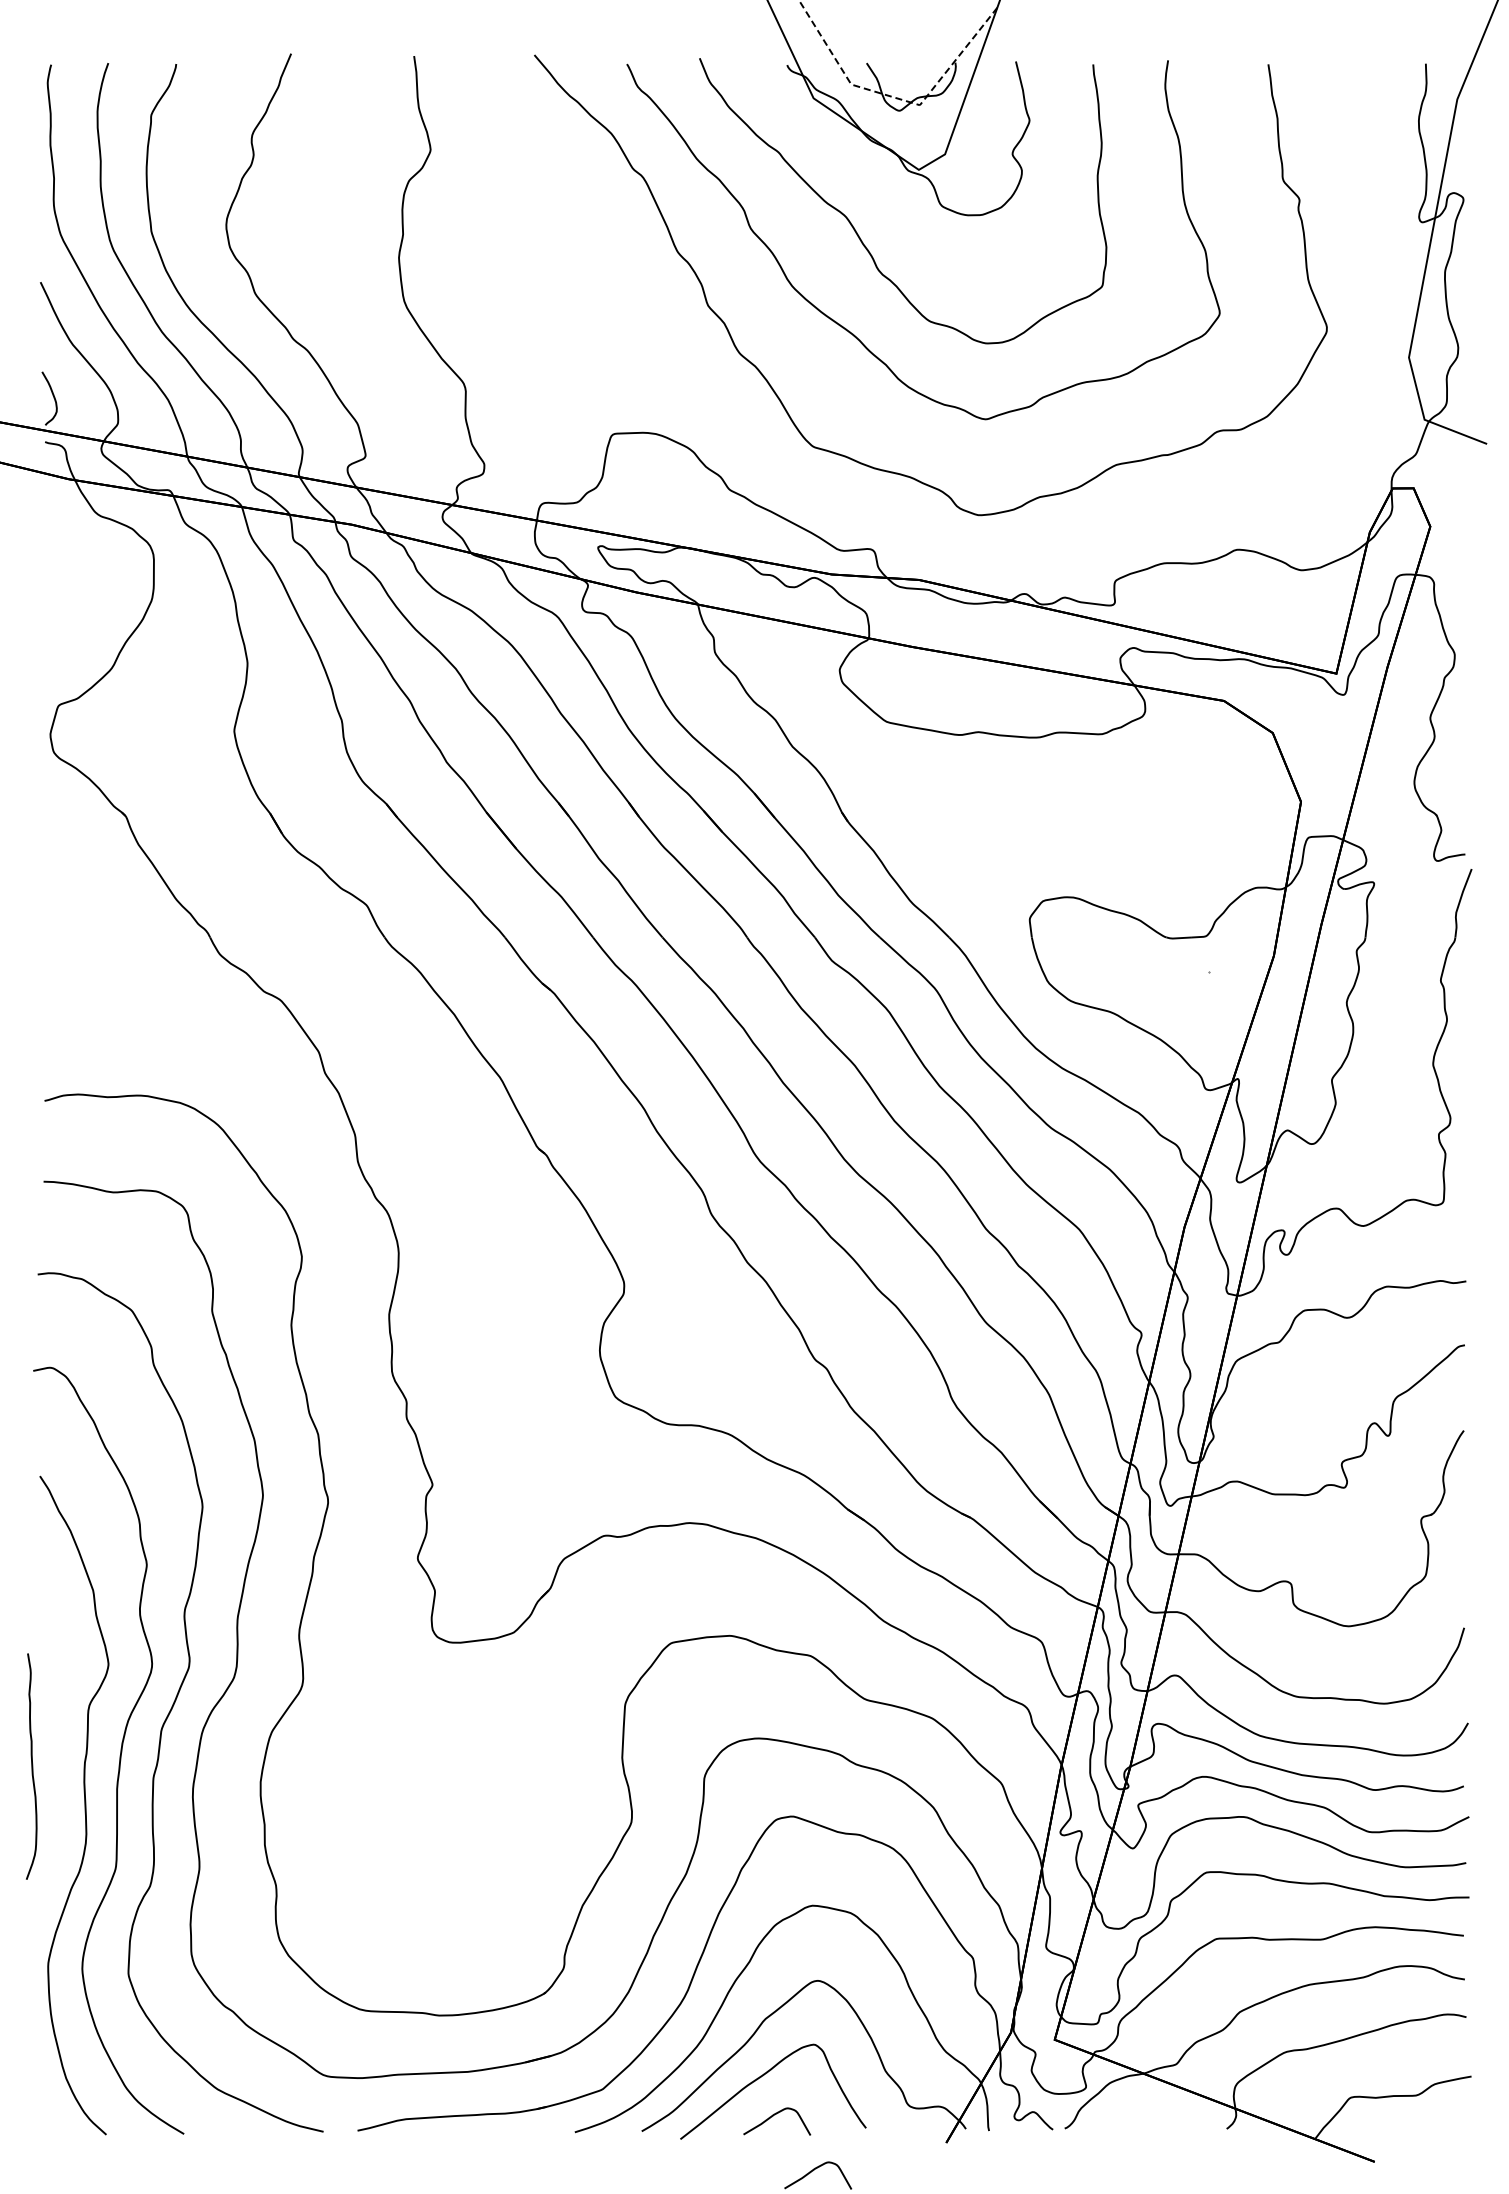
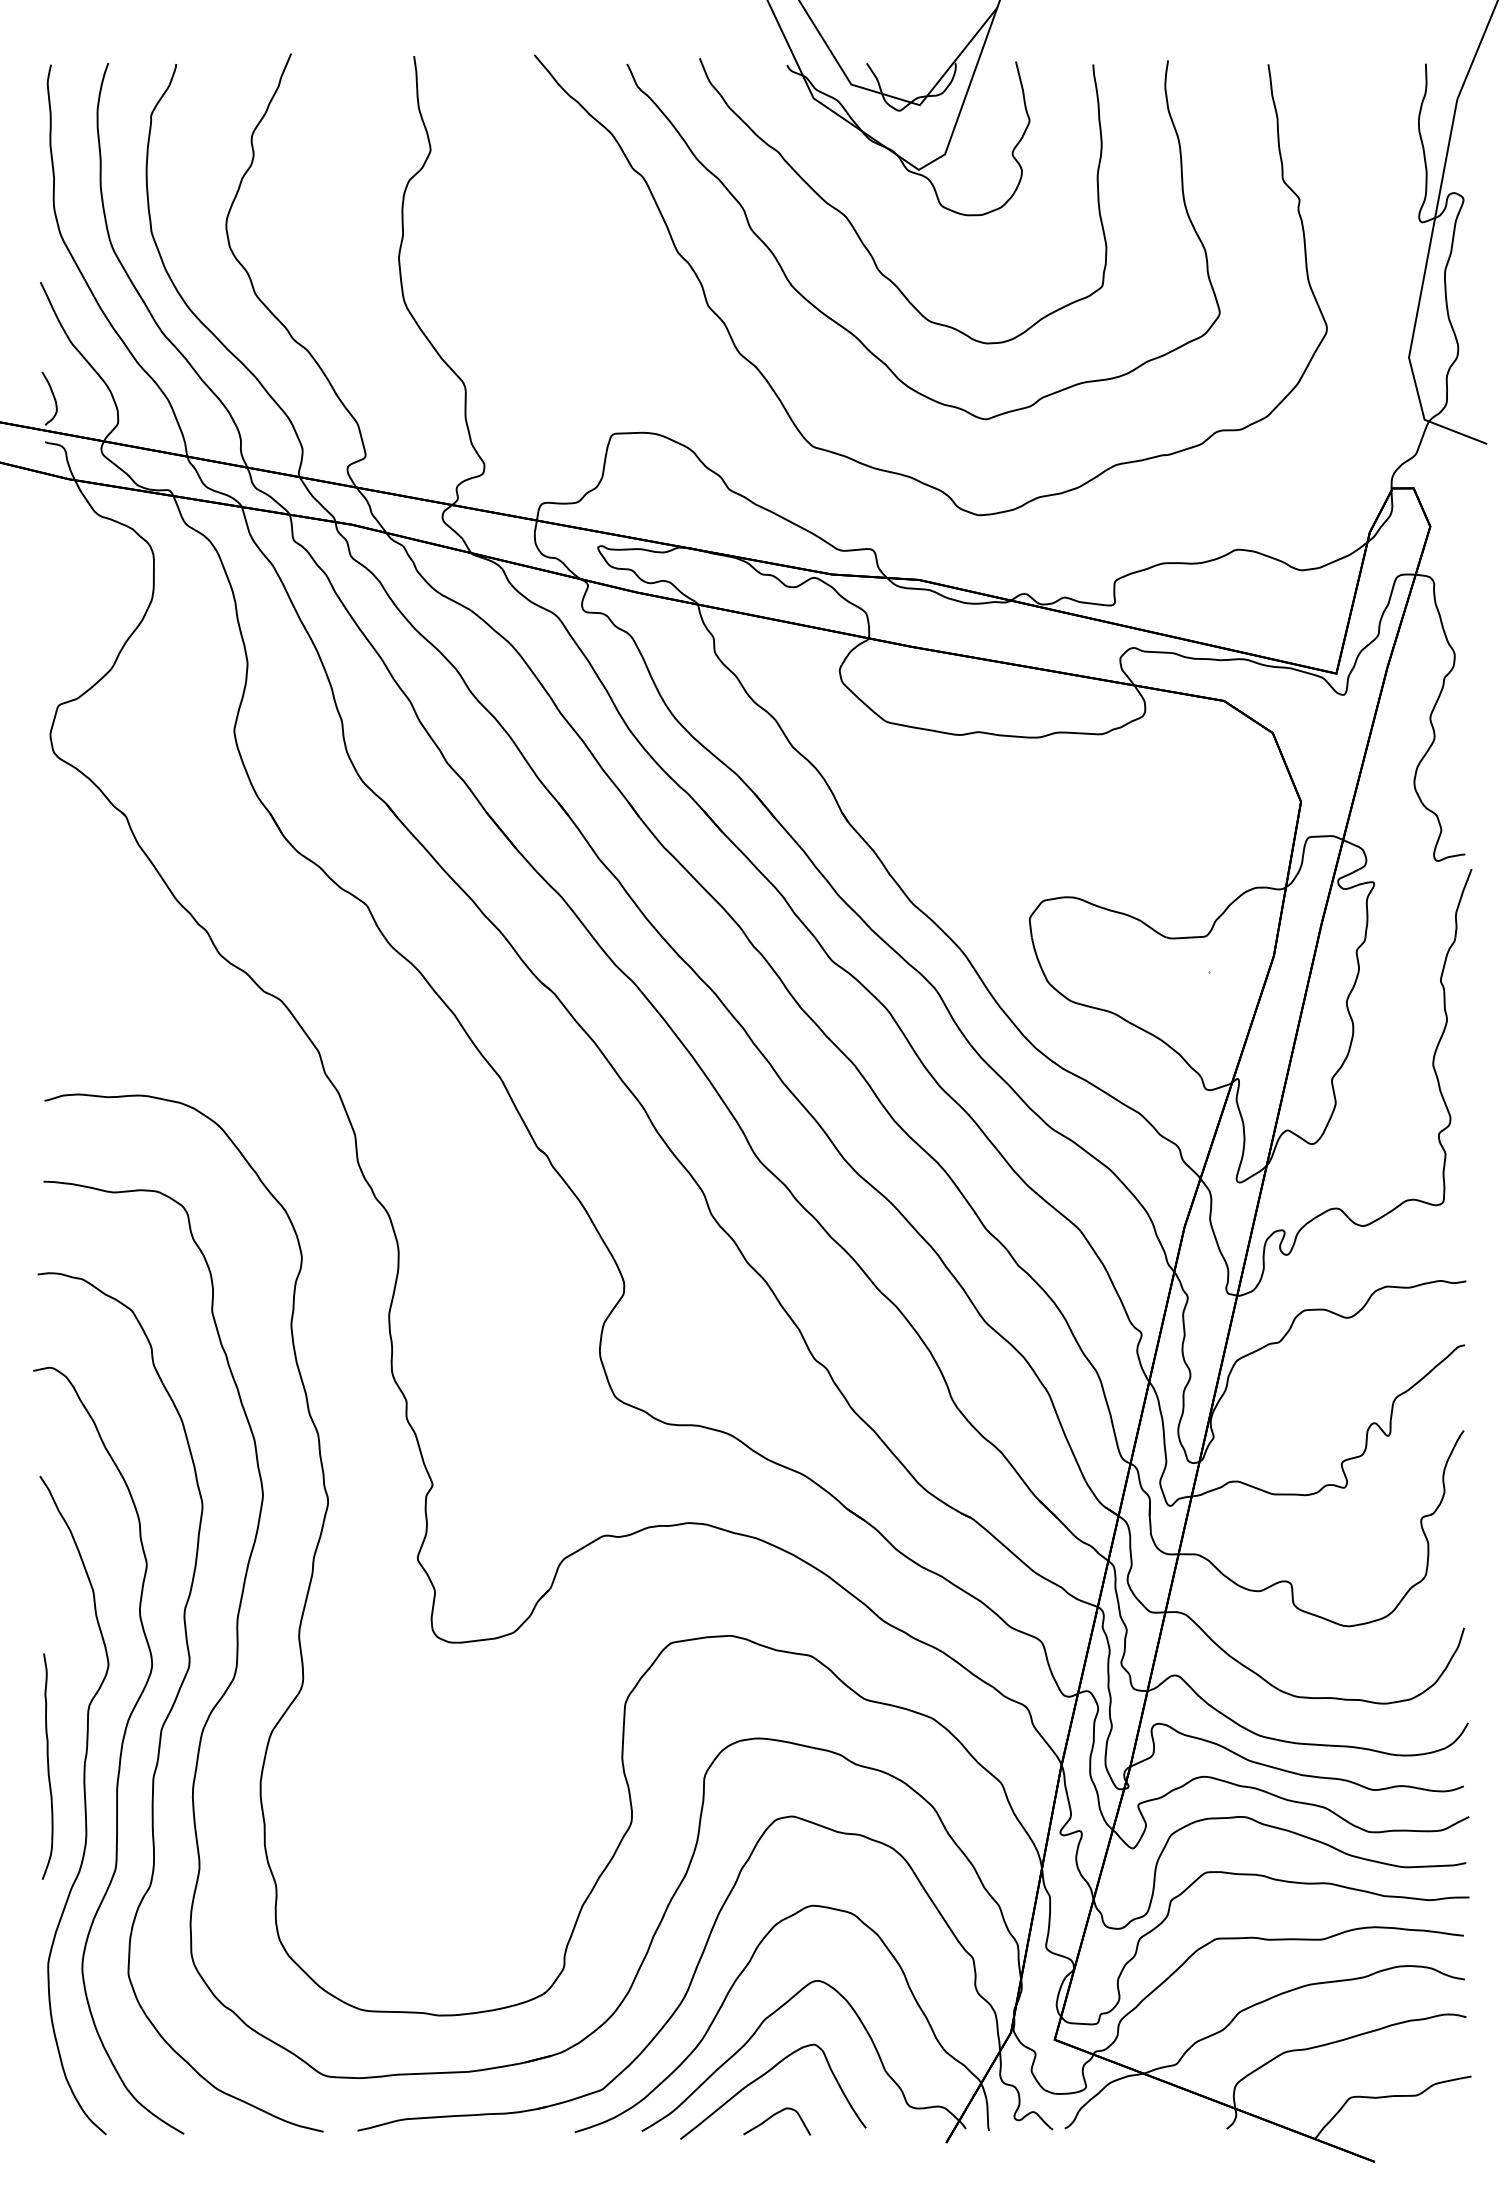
line at (897, 98): dashed -> solid
curve at (31, 1766) position: (31, 1766) -> (47, 1766)
curve at (814, 2170): present -> none
